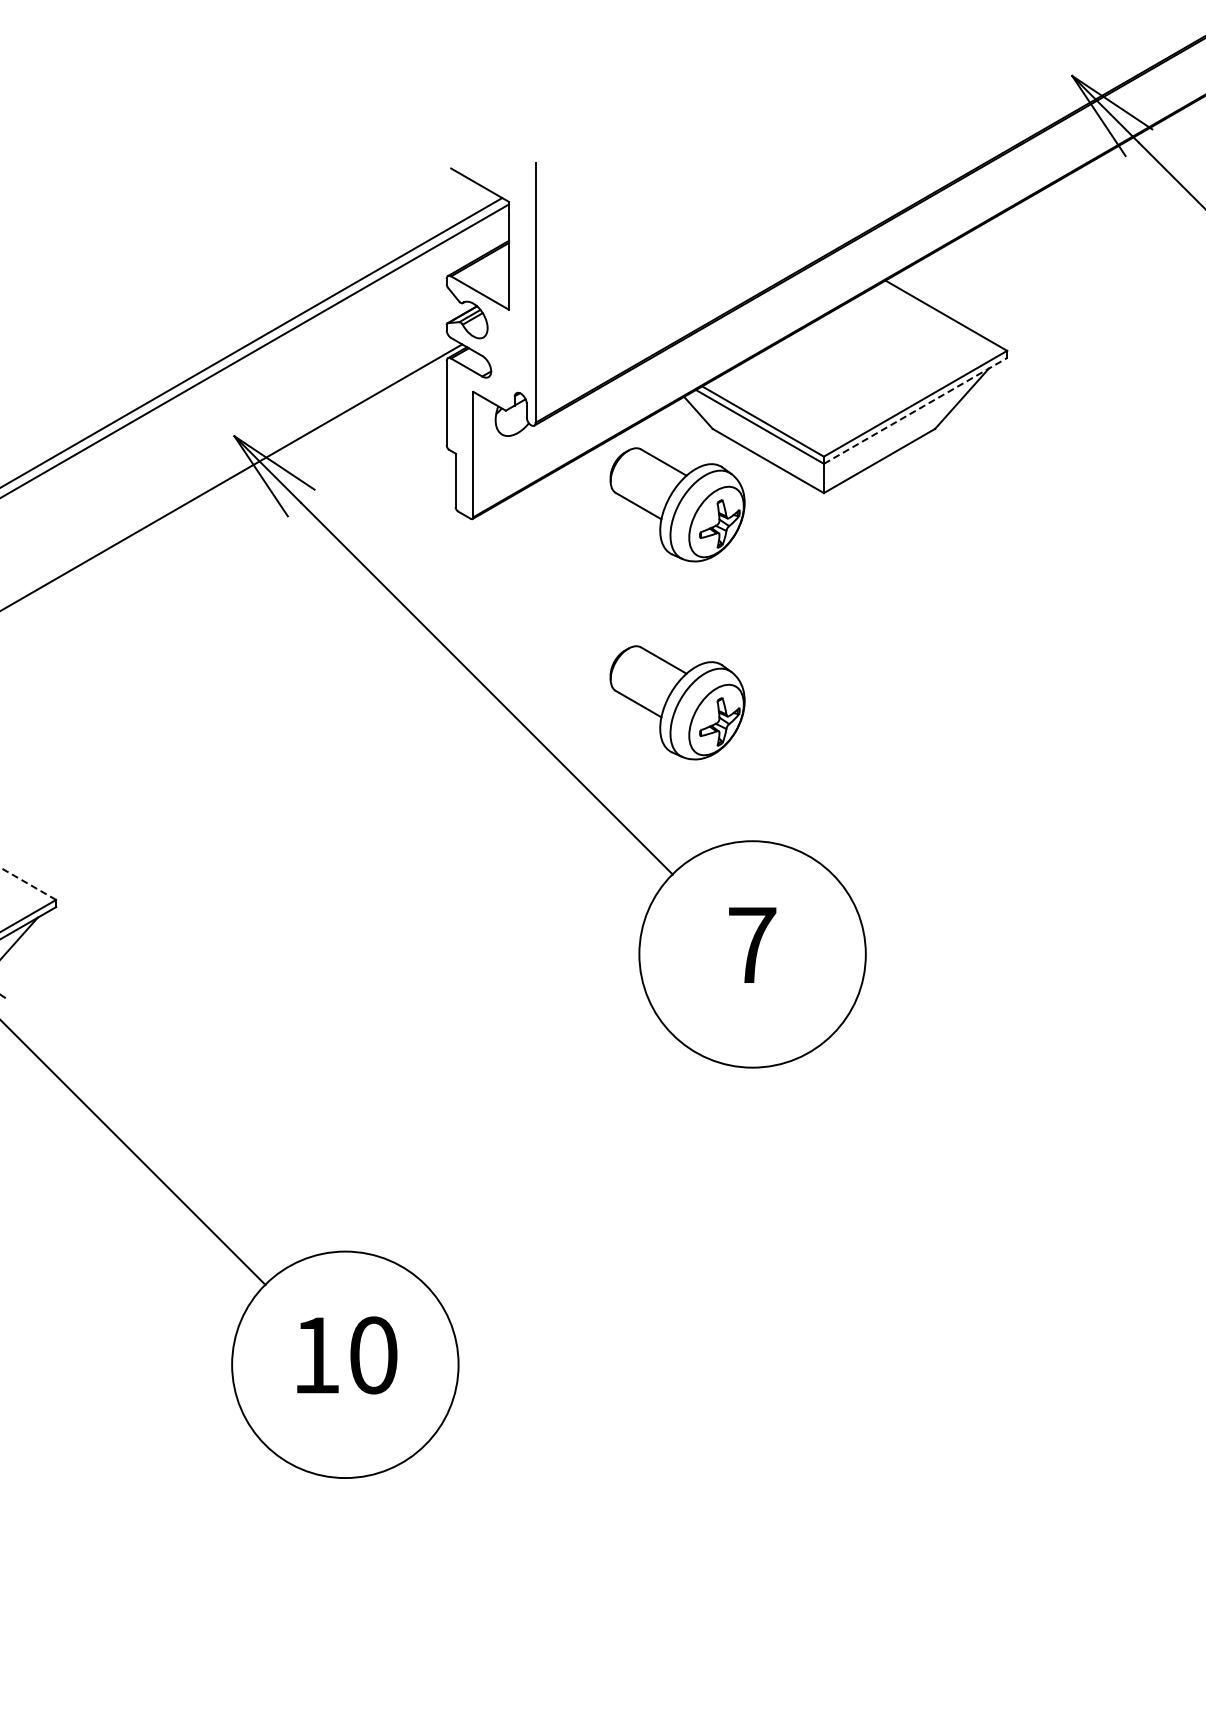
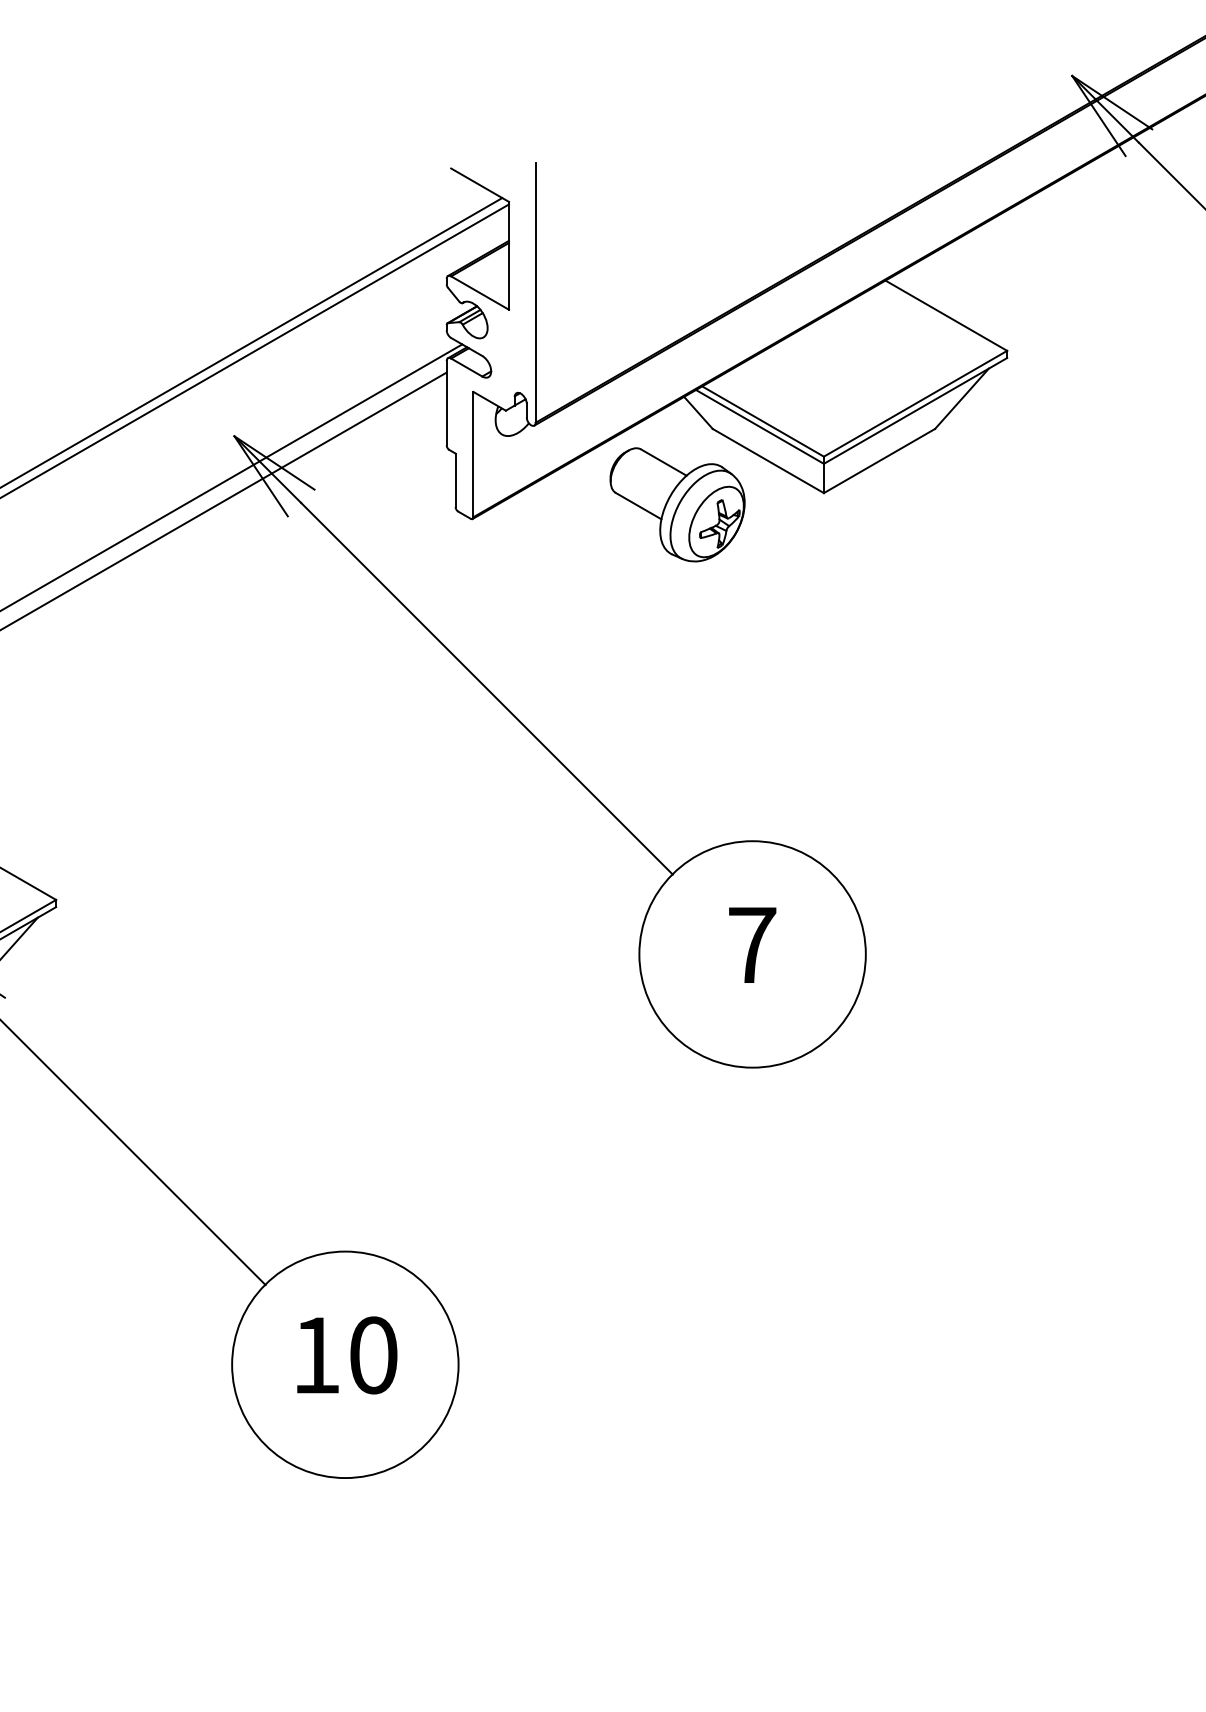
line at (915, 410): dashed -> solid
line at (224, 500): none -> present
part at (677, 702): present -> none
line at (28, 883): dashed -> solid
